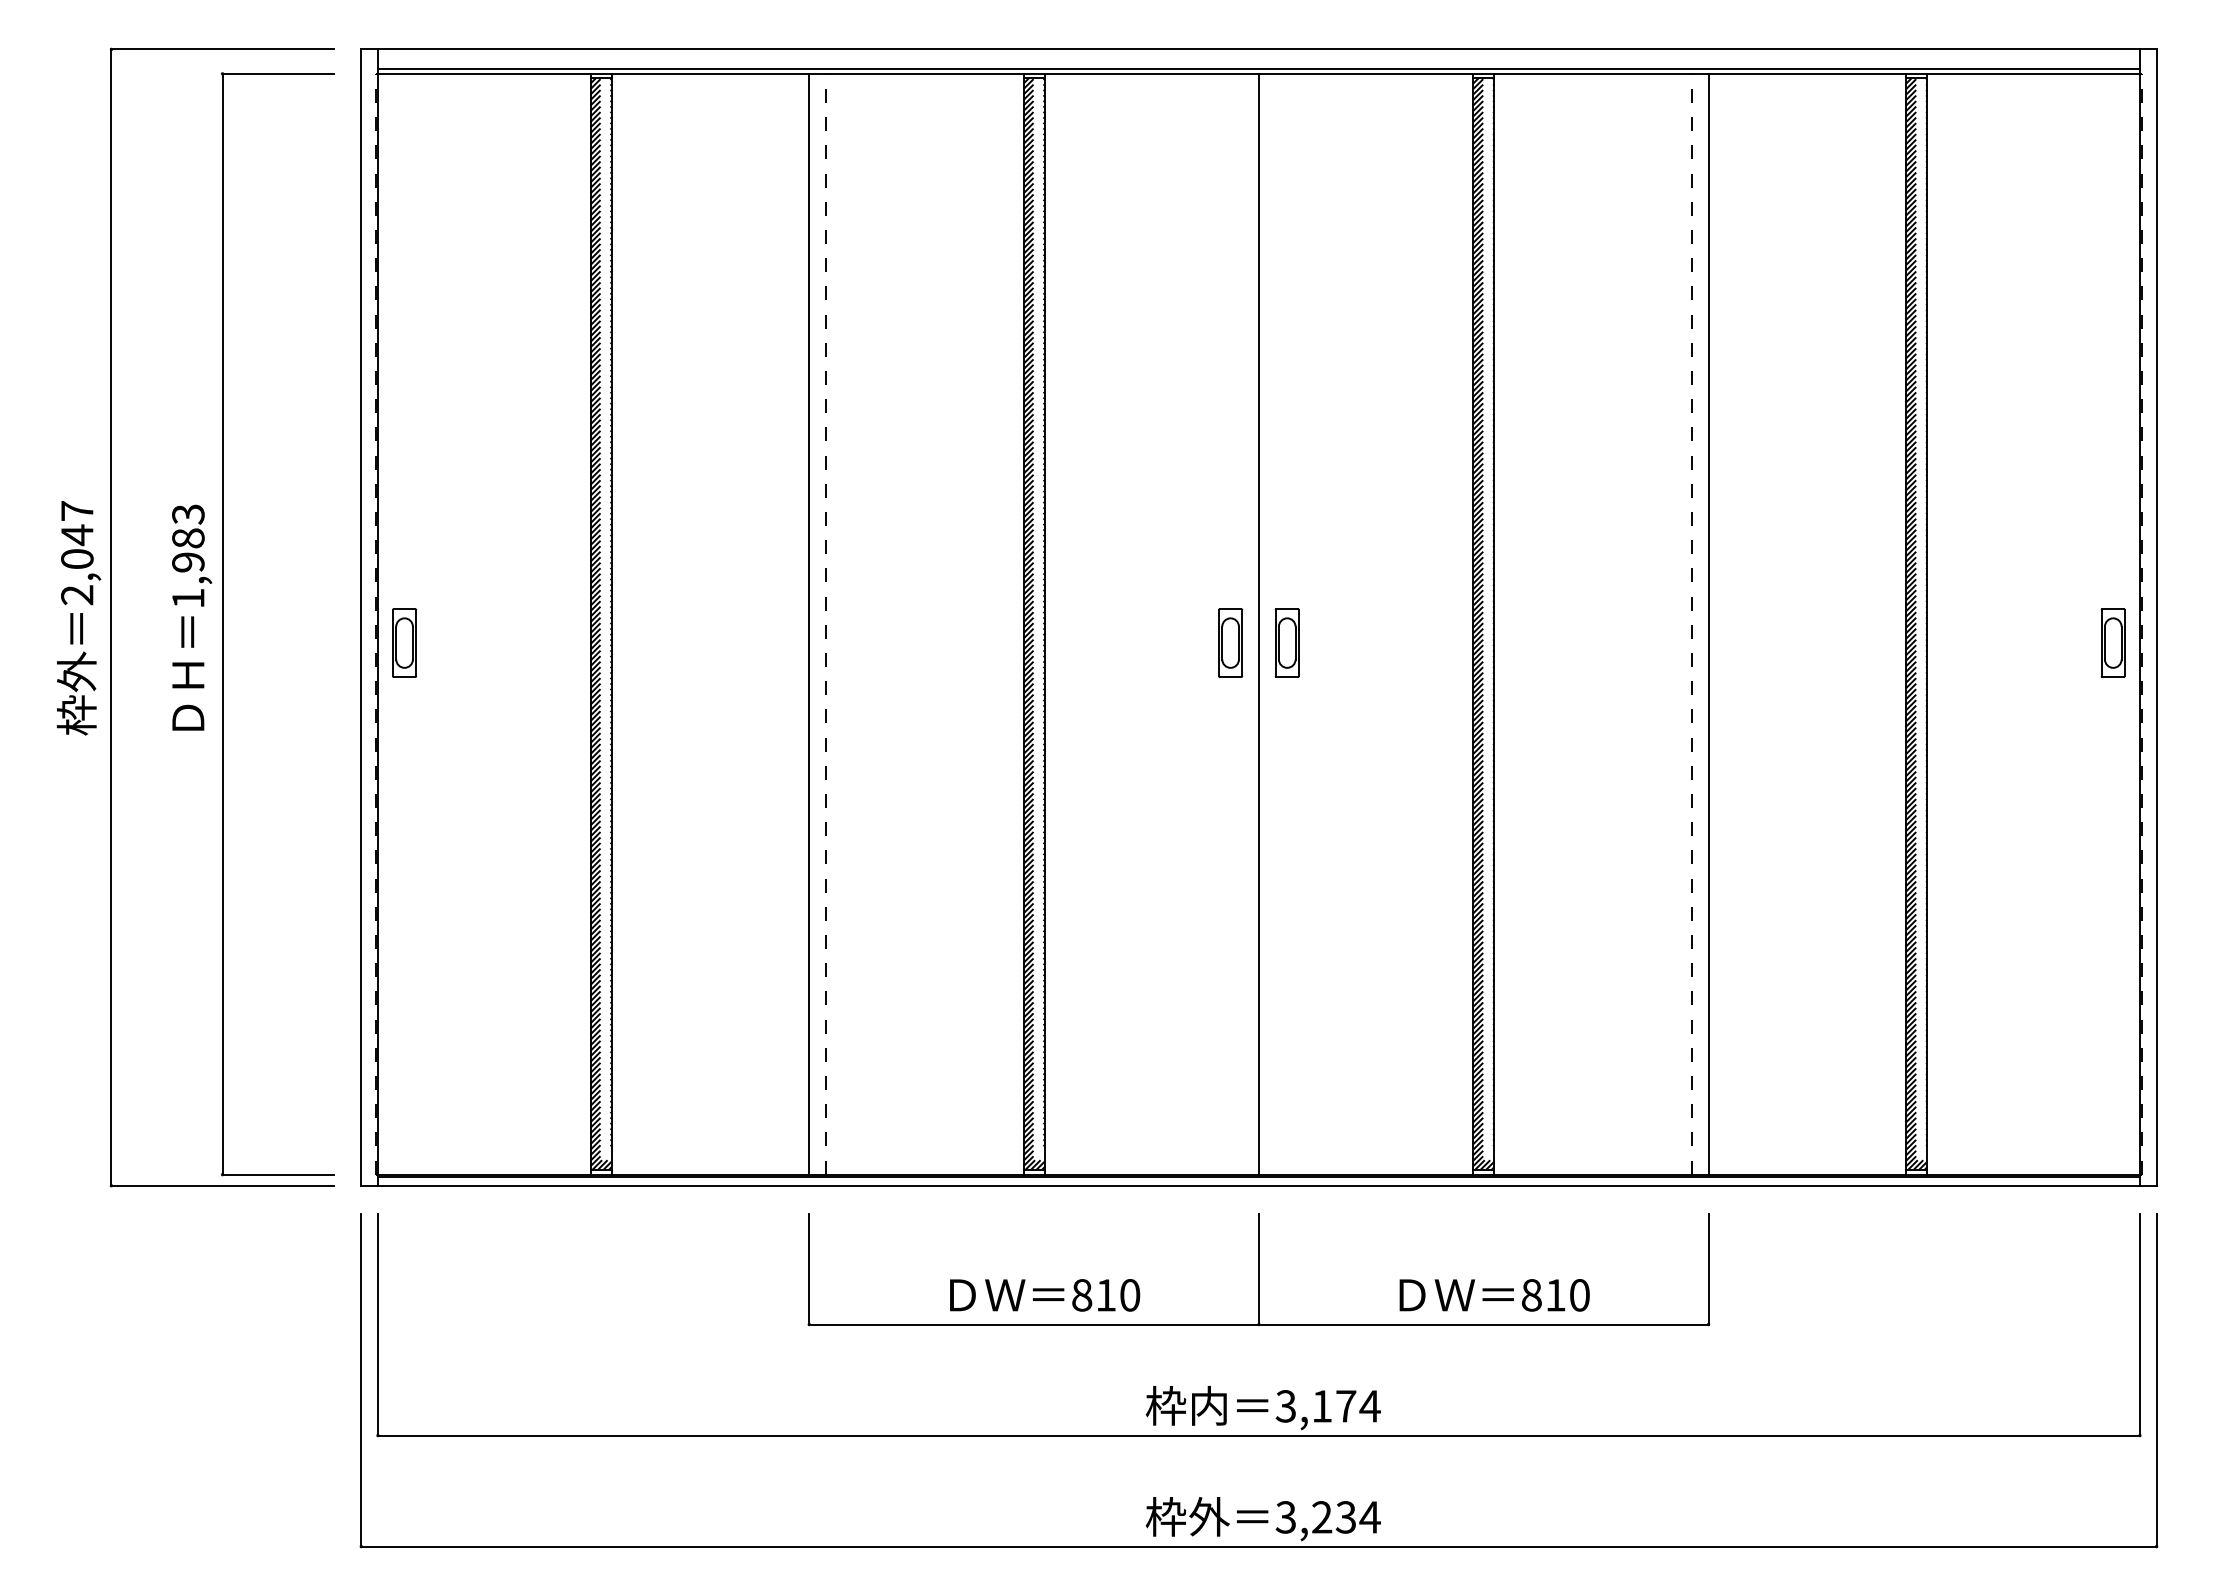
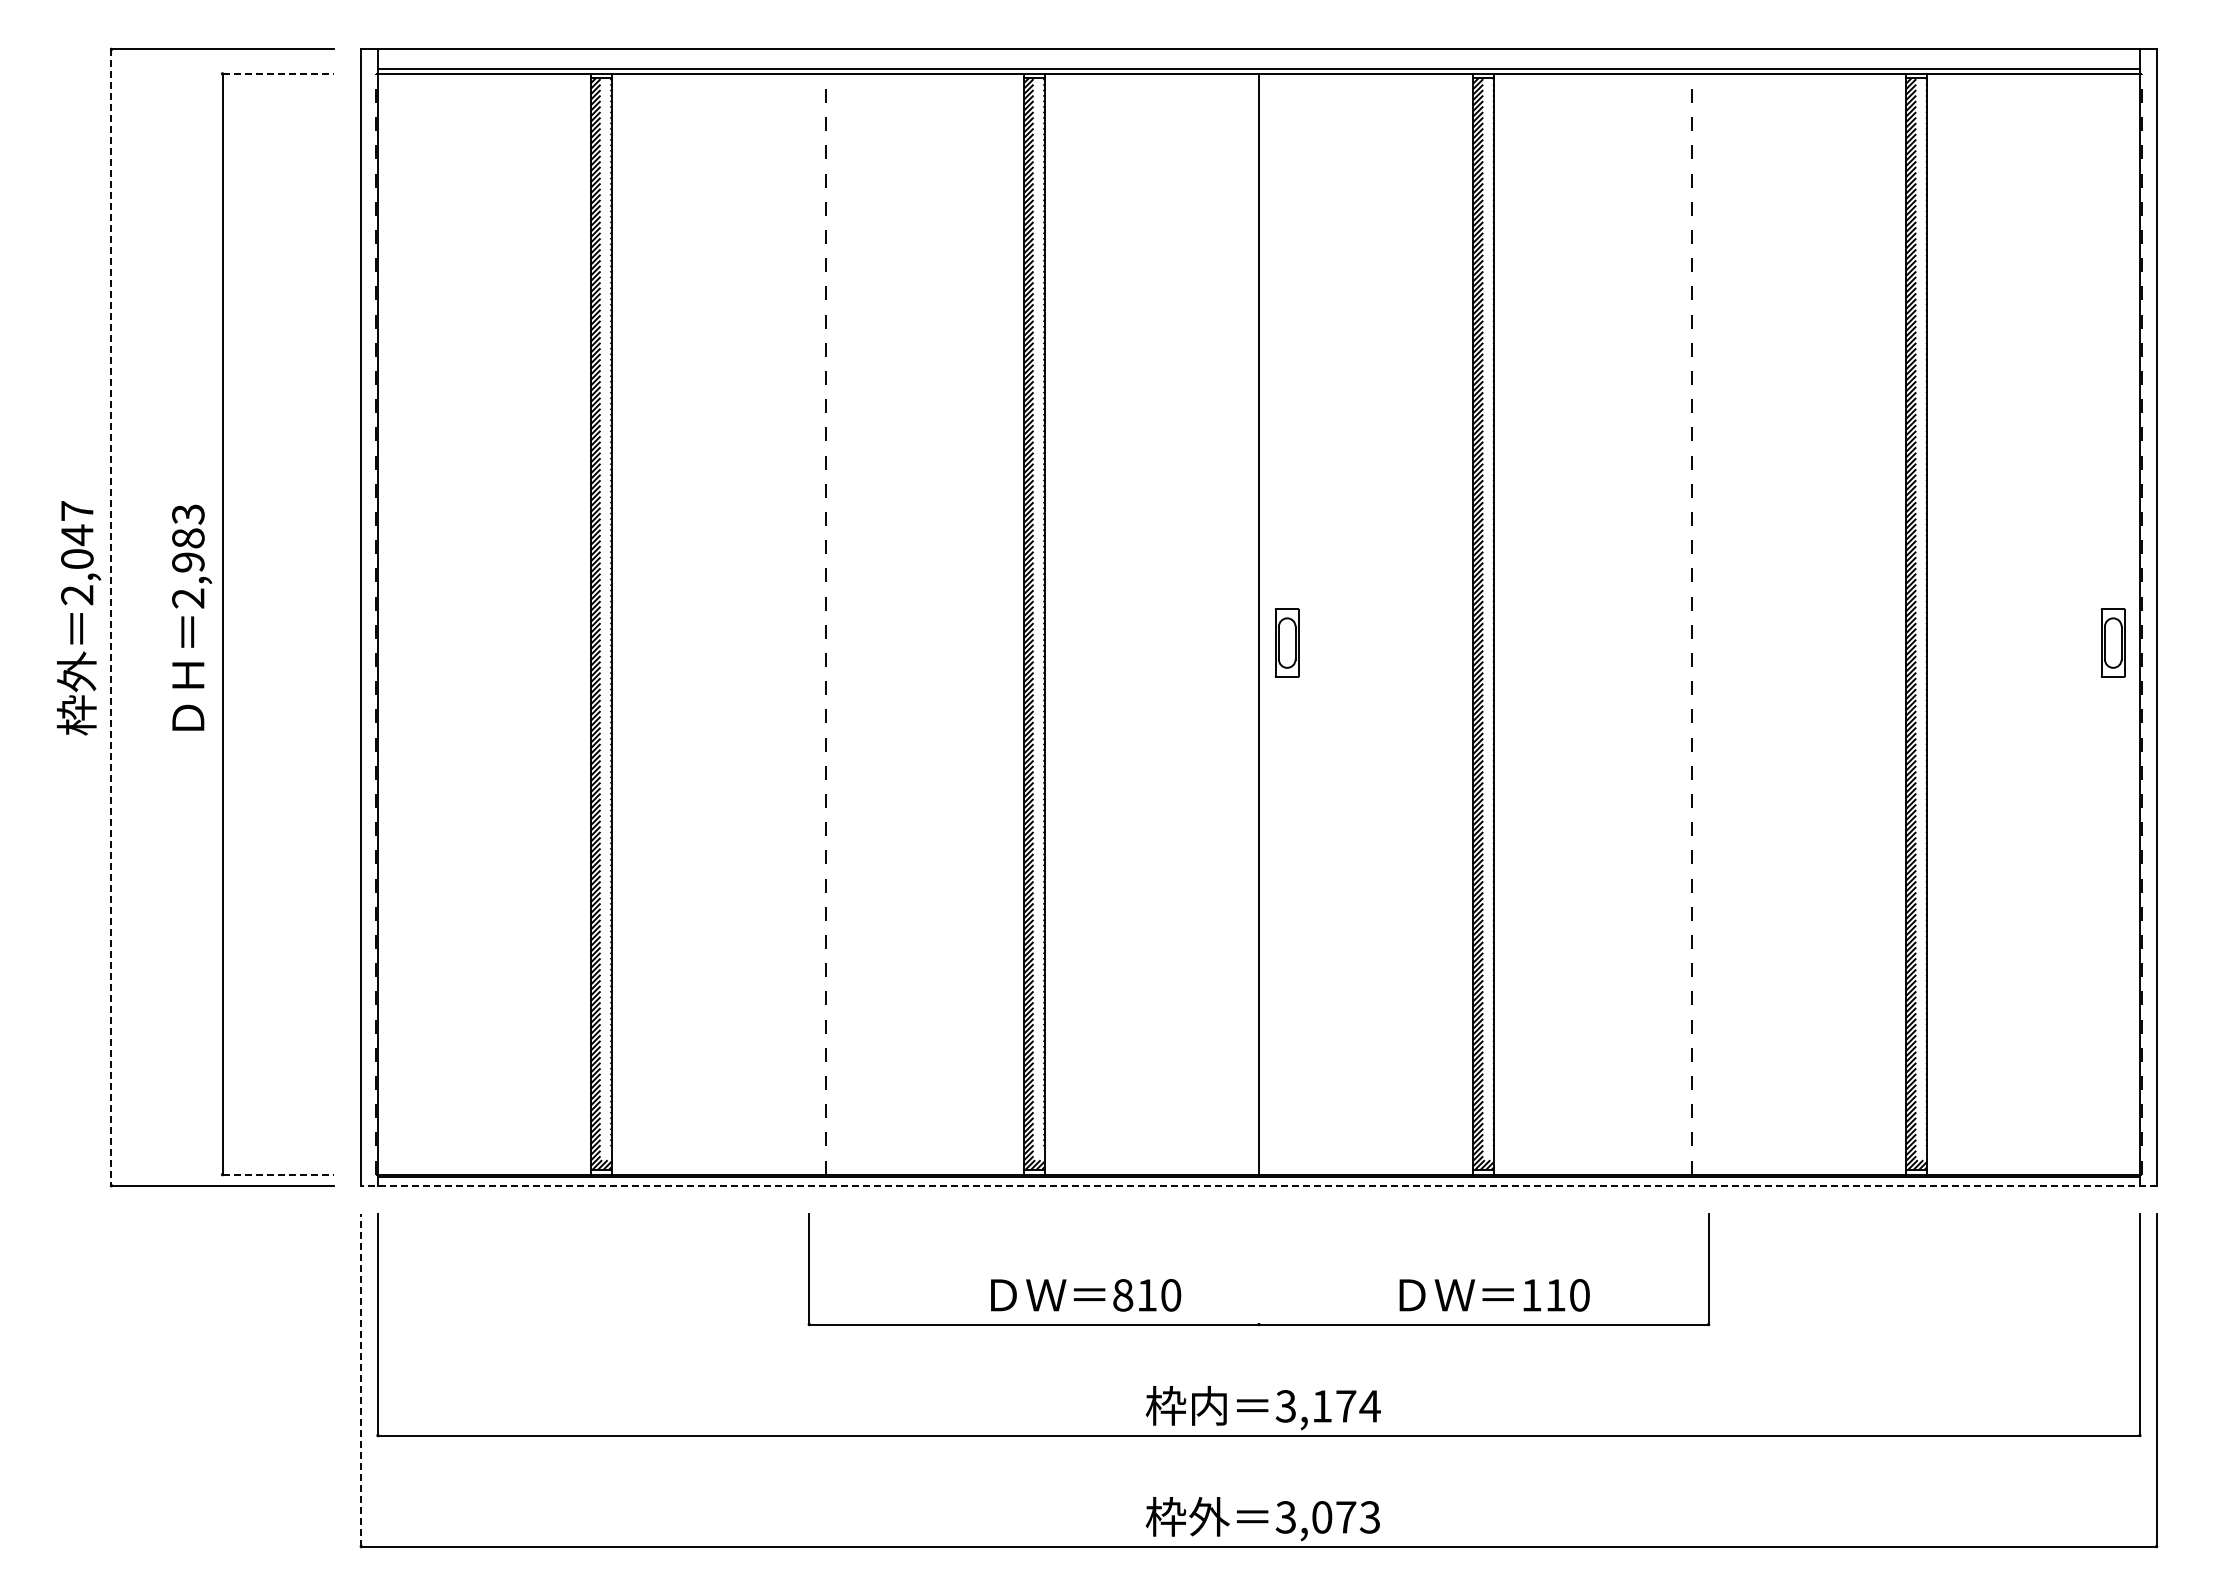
line at (278, 73): solid -> dashed
text at (188, 598): 1,983 -> 2,983
line at (111, 618): solid -> dashed
line at (809, 623): present -> none
line at (1708, 623): present -> none
part at (404, 642): present -> none
part at (1230, 642): present -> none
line at (278, 1174): solid -> dashed
line at (1258, 1185): solid -> dashed
line at (1258, 1268): present -> none
text at (1045, 1295) position: (1045, 1295) -> (1086, 1295)
text at (1531, 1295): 810 -> 110
line at (361, 1380): solid -> dashed
text at (1346, 1517): 3,234 -> 3,073
